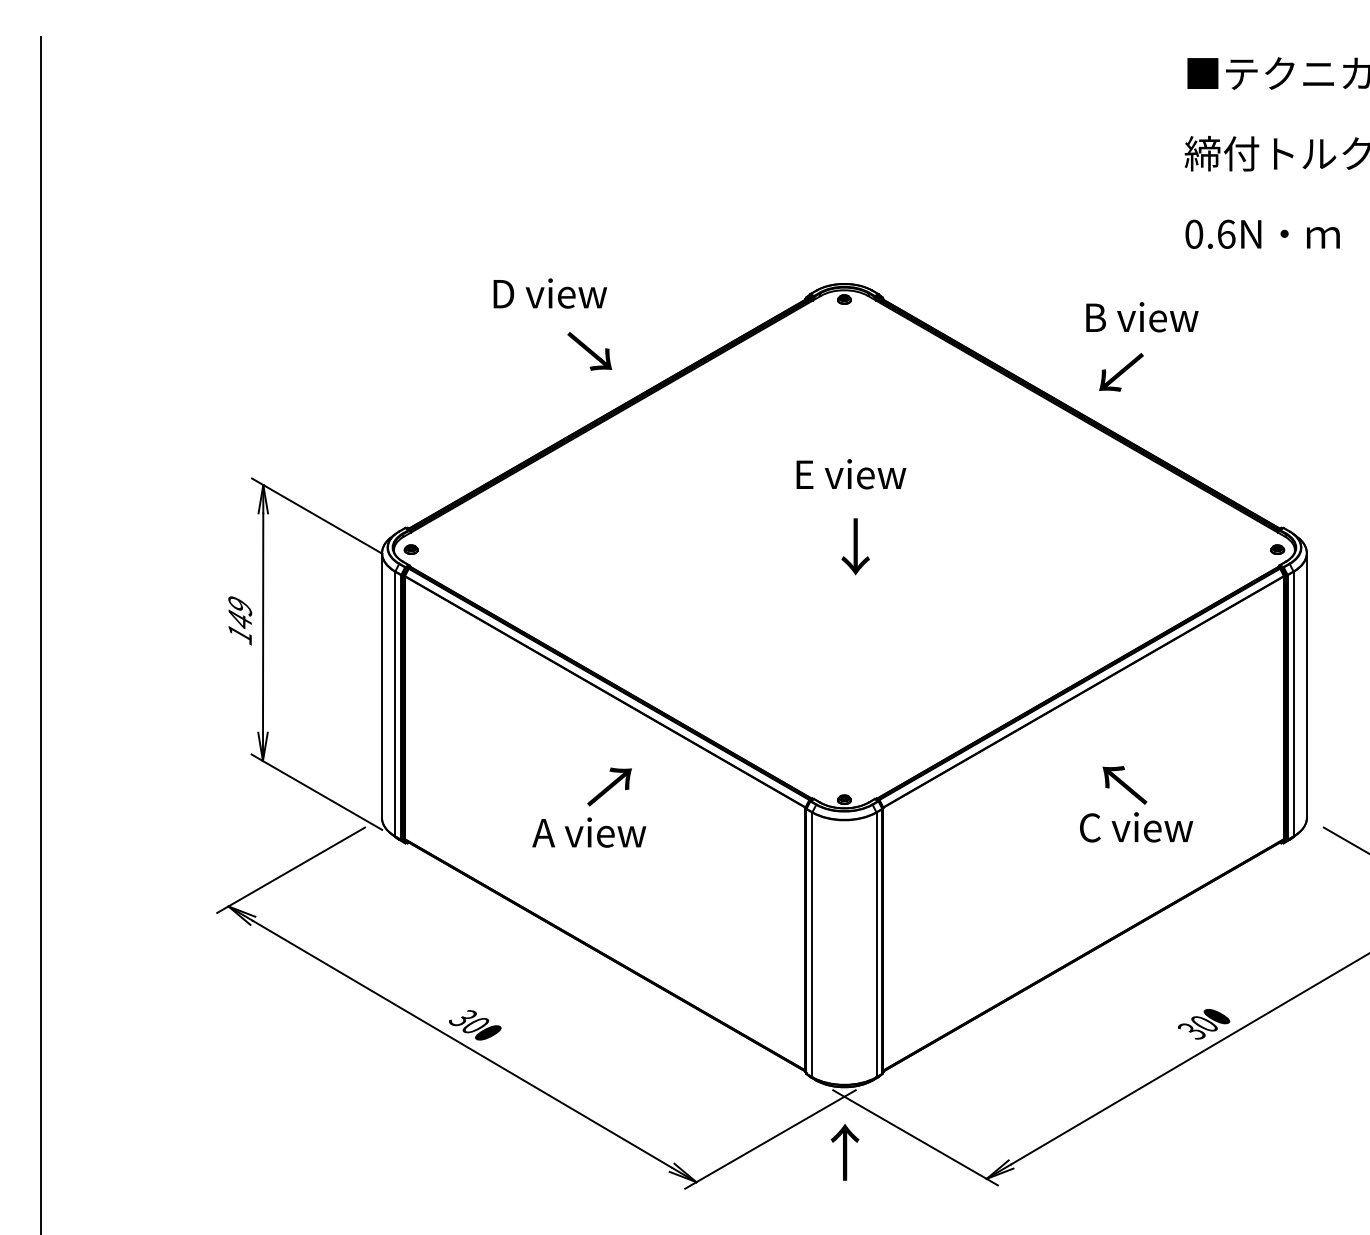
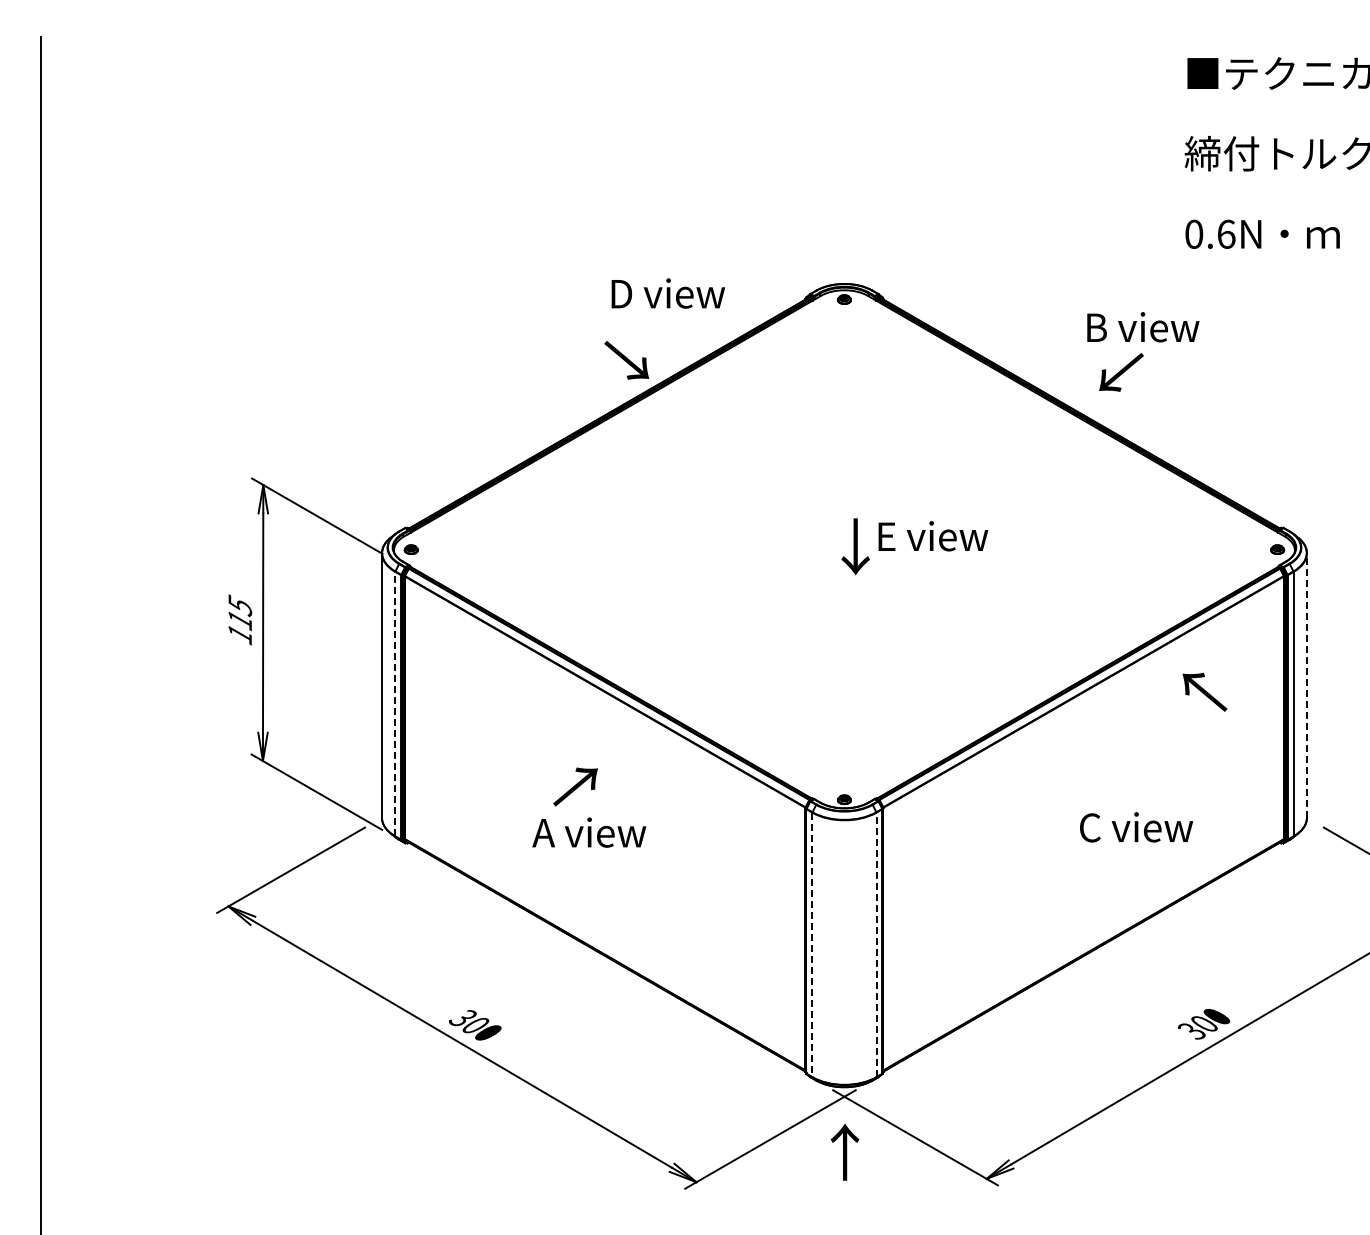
text at (550, 293) position: (550, 293) -> (668, 293)
text at (1142, 317) position: (1142, 317) -> (1143, 327)
text at (589, 351) position: (589, 351) -> (626, 360)
text at (851, 474) position: (851, 474) -> (933, 536)
text at (239, 612): 149 -> 115
line at (1306, 685): solid -> dashed
line at (395, 703): solid -> dashed
text at (1124, 784) position: (1124, 784) -> (1204, 691)
text at (609, 786) position: (609, 786) -> (575, 786)
line at (876, 944): solid -> dashed
line at (812, 945): solid -> dashed
